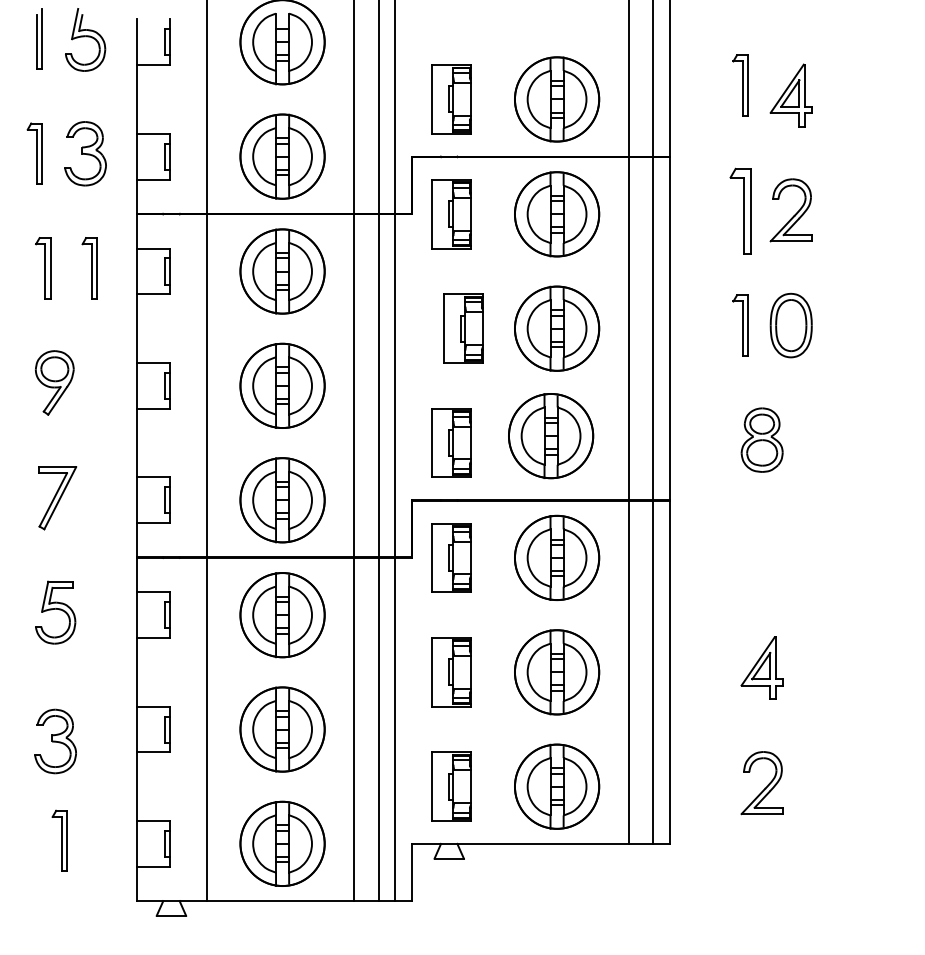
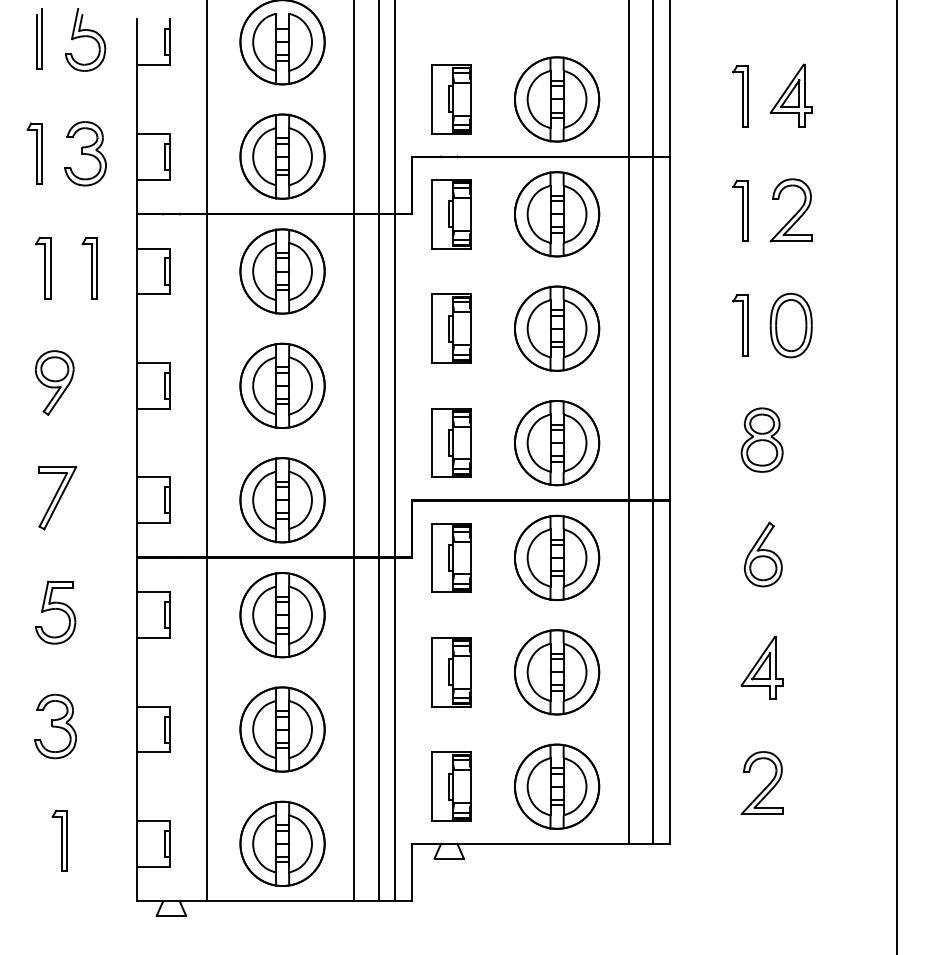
part at (740, 85) position: (740, 85) -> (740, 96)
part at (740, 210) size: 23x88 px -> 17x63 px
part at (463, 328) position: (463, 328) -> (451, 328)
part at (551, 436) position: (551, 436) -> (557, 443)
line at (897, 476): none -> present
part at (762, 554): none -> present
part at (55, 741) position: (55, 741) -> (55, 726)
